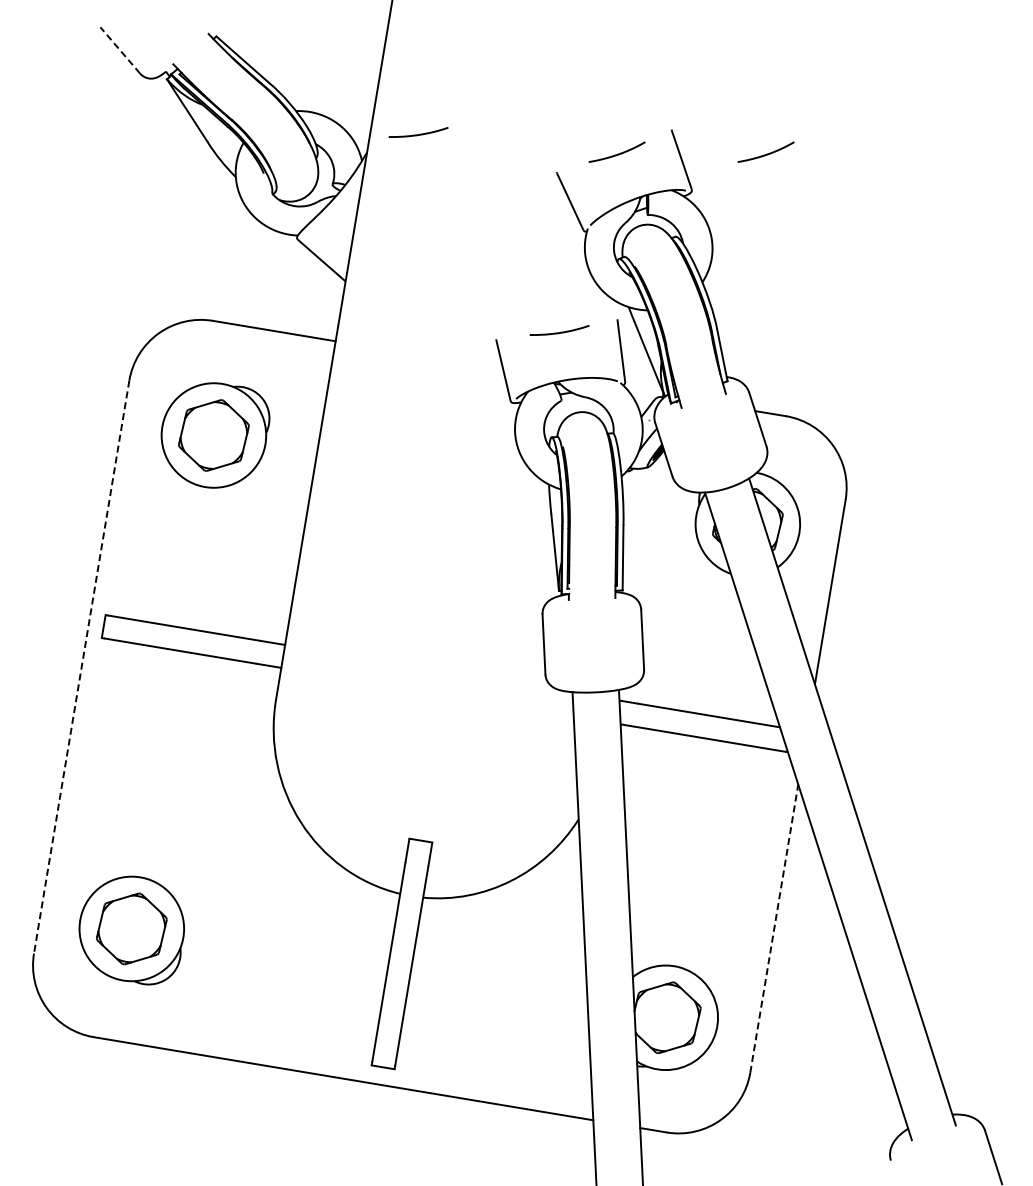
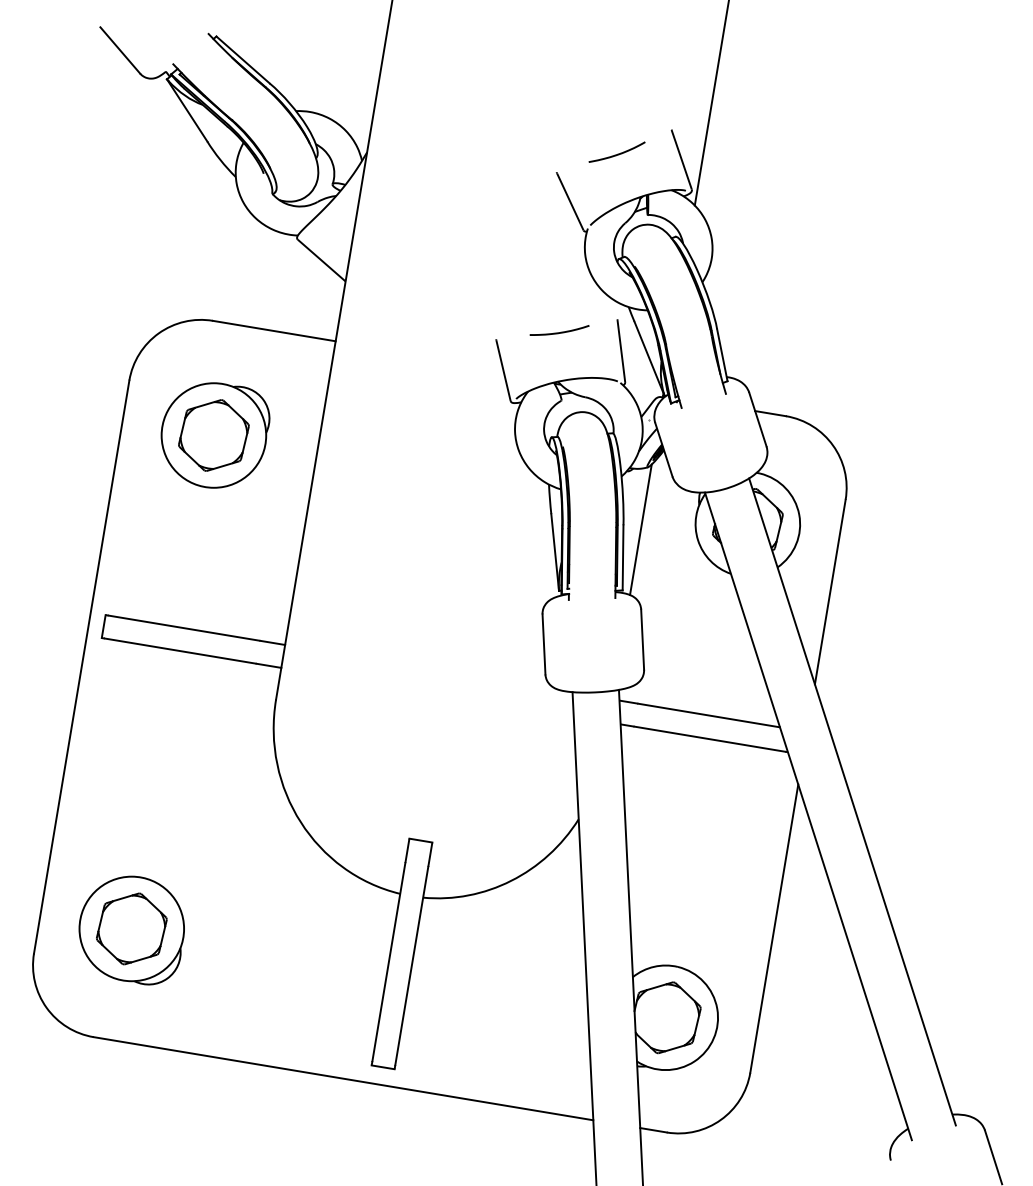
line at (119, 50): dashed -> solid
line at (711, 103): none -> present
curve at (418, 134): present -> none
part at (765, 151): present -> none
line at (640, 529): none -> present
line at (81, 667): dashed -> solid
line at (774, 928): dashed -> solid
